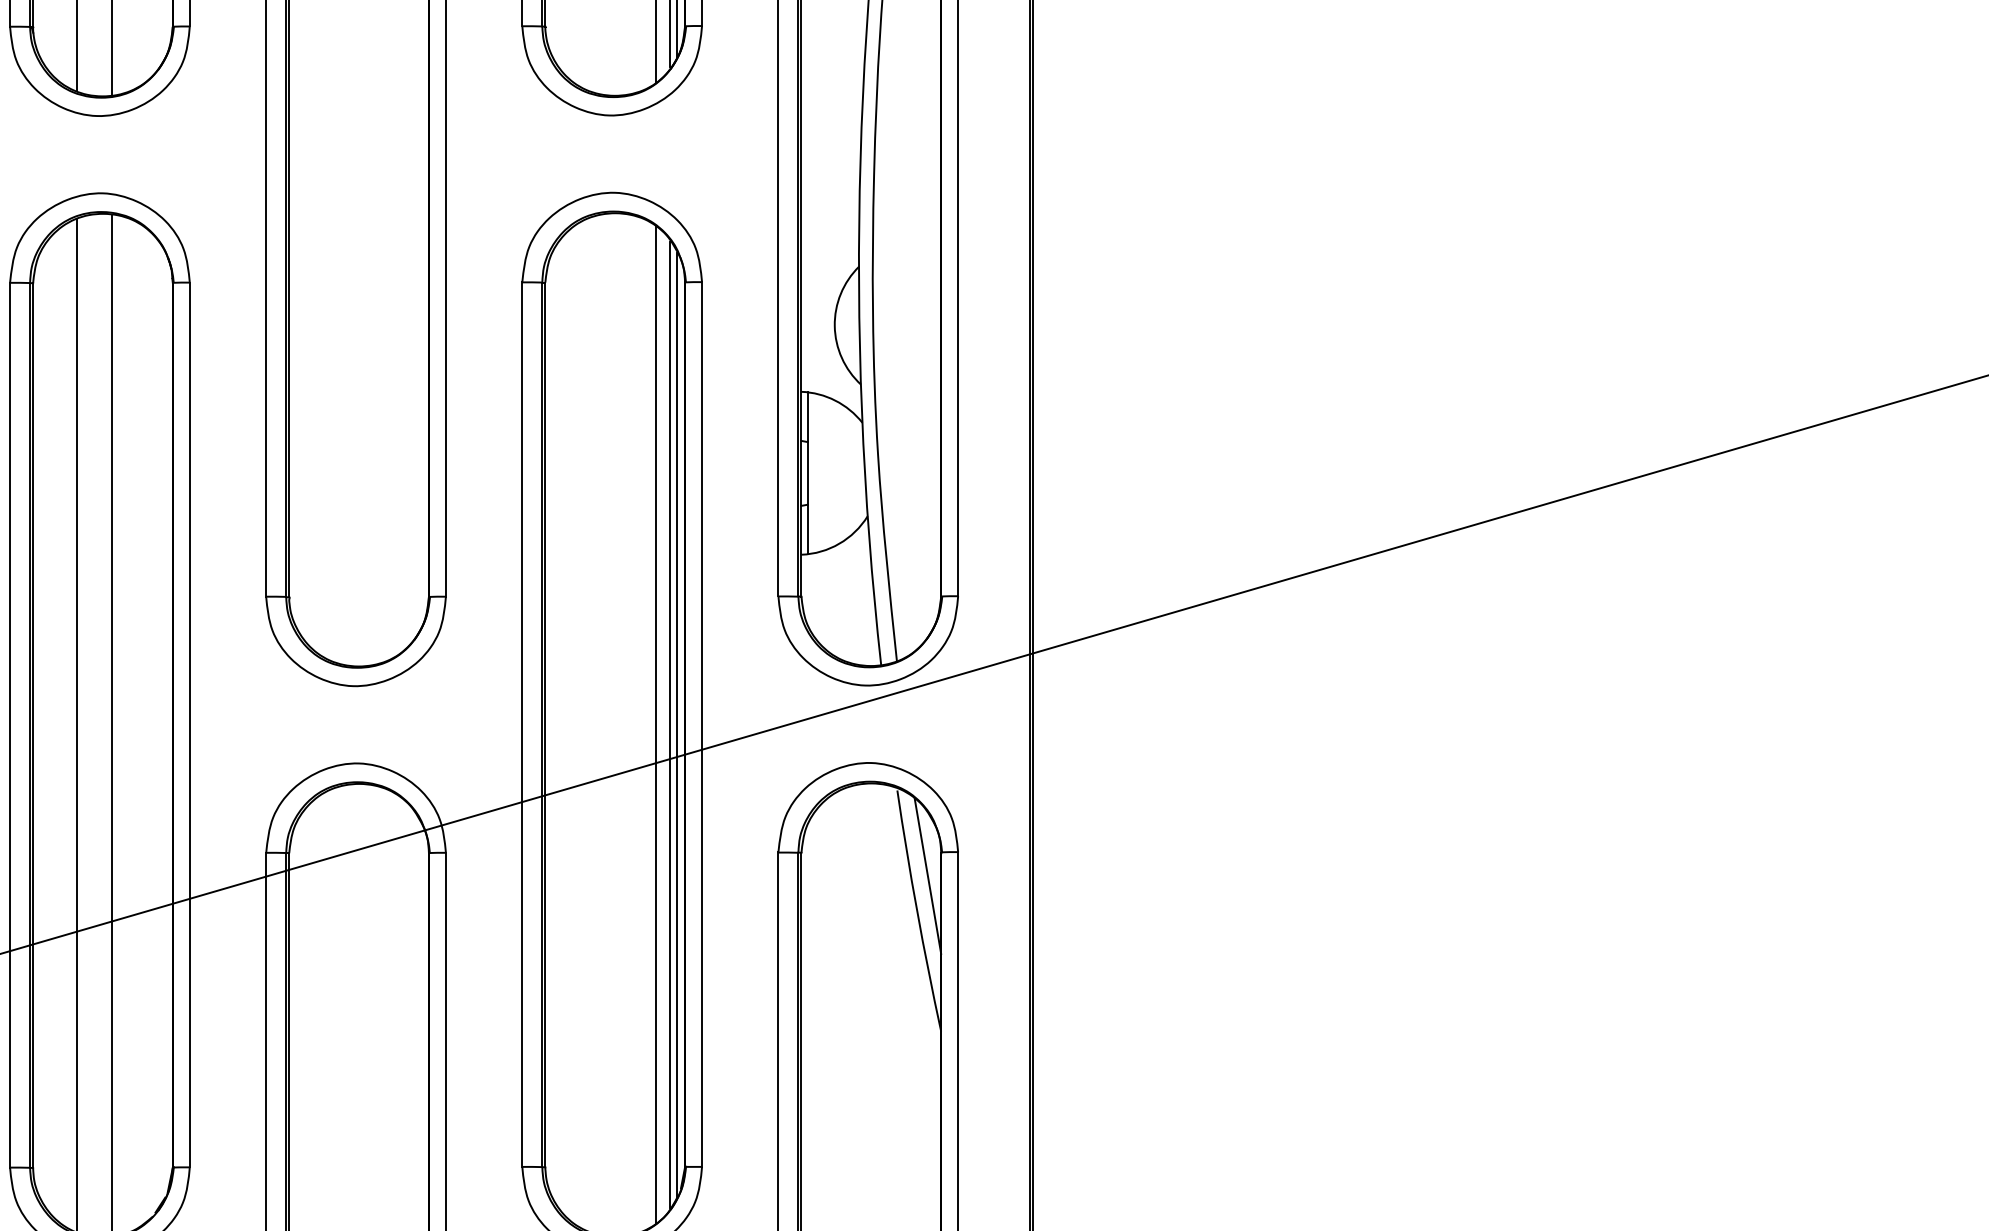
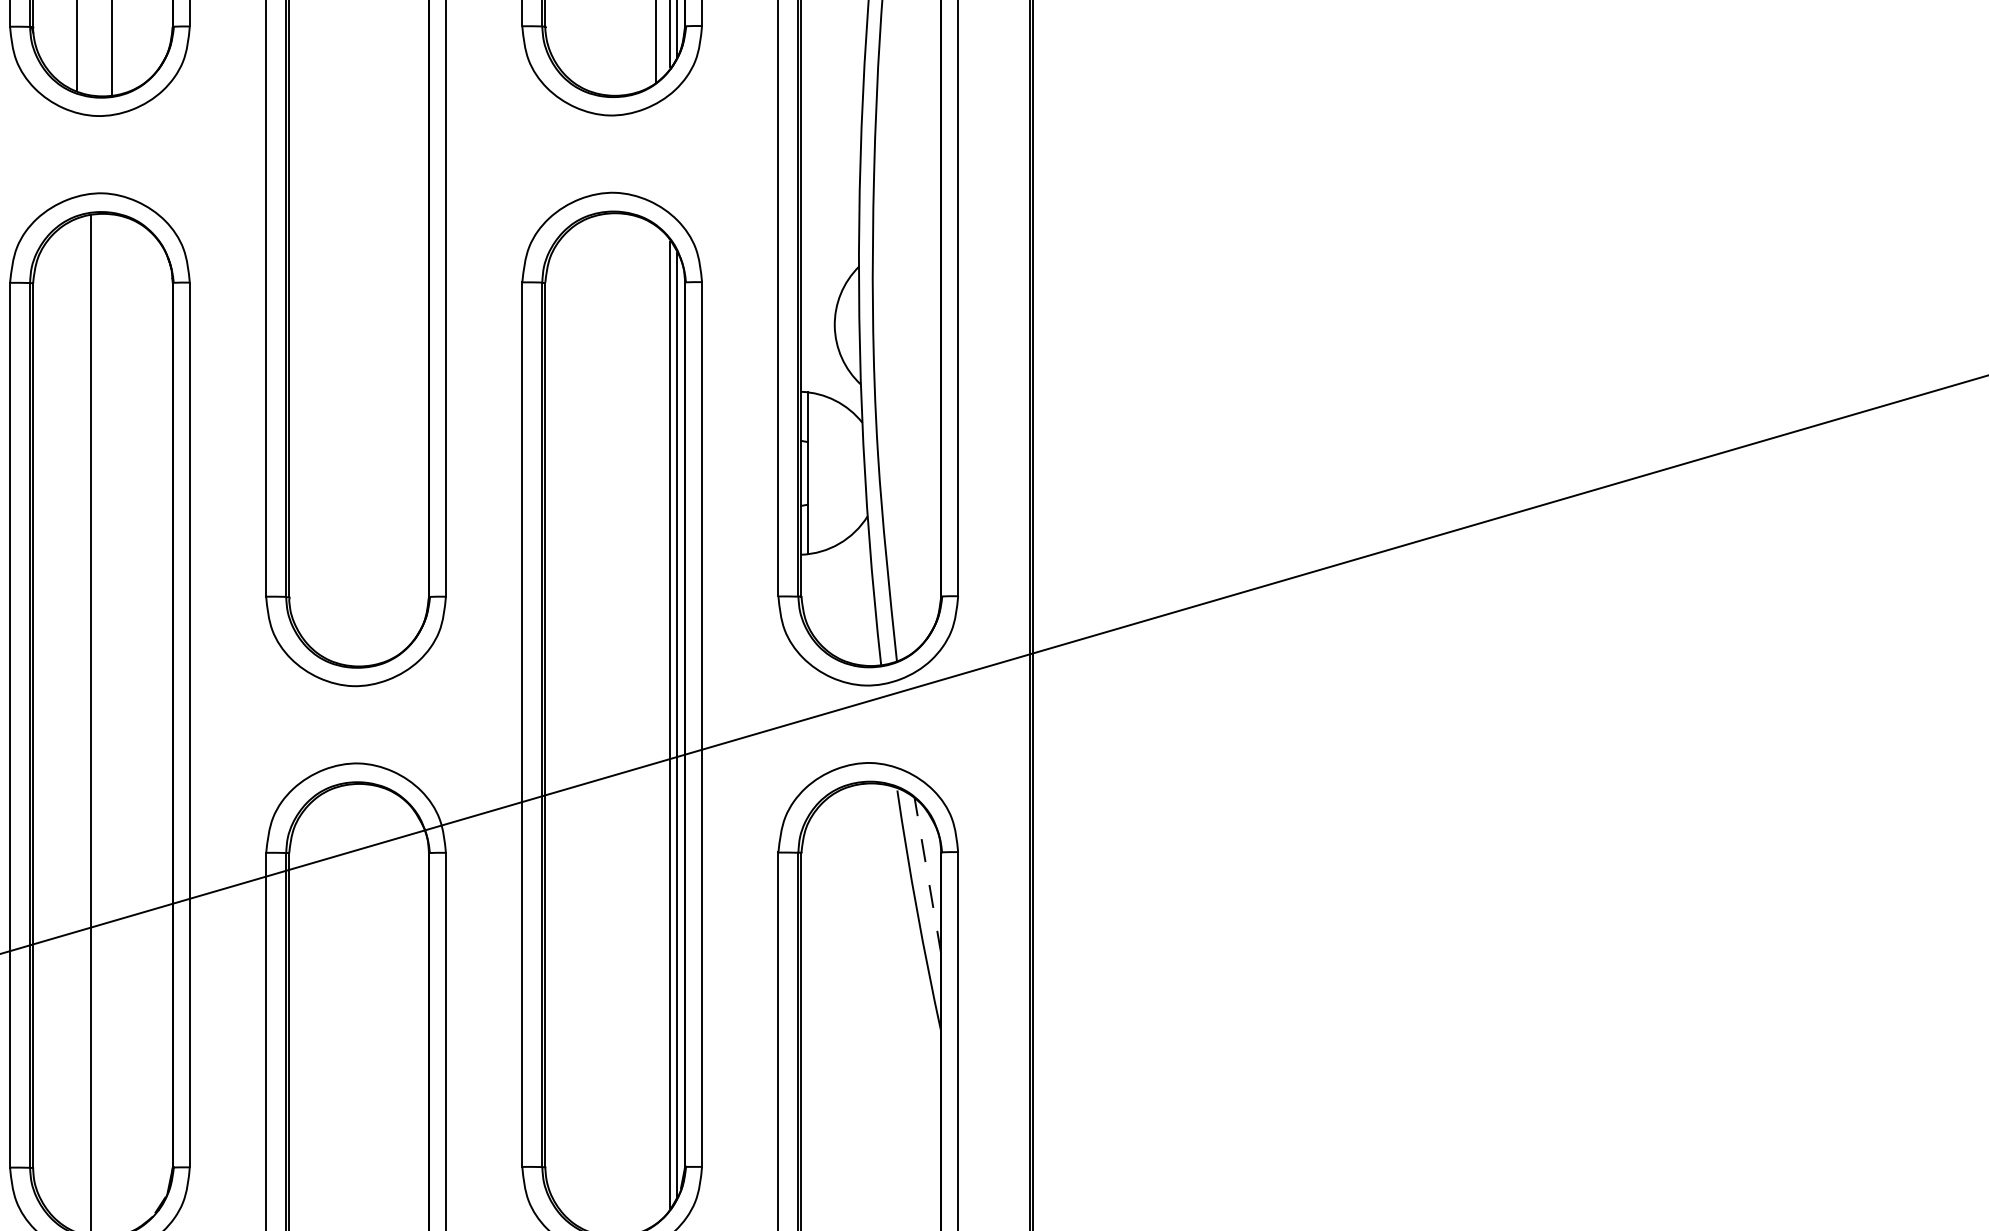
line at (111, 720) position: (111, 720) -> (90, 720)
line at (76, 722): present -> none
line at (656, 724): present -> none
line at (927, 875): solid -> dashed
